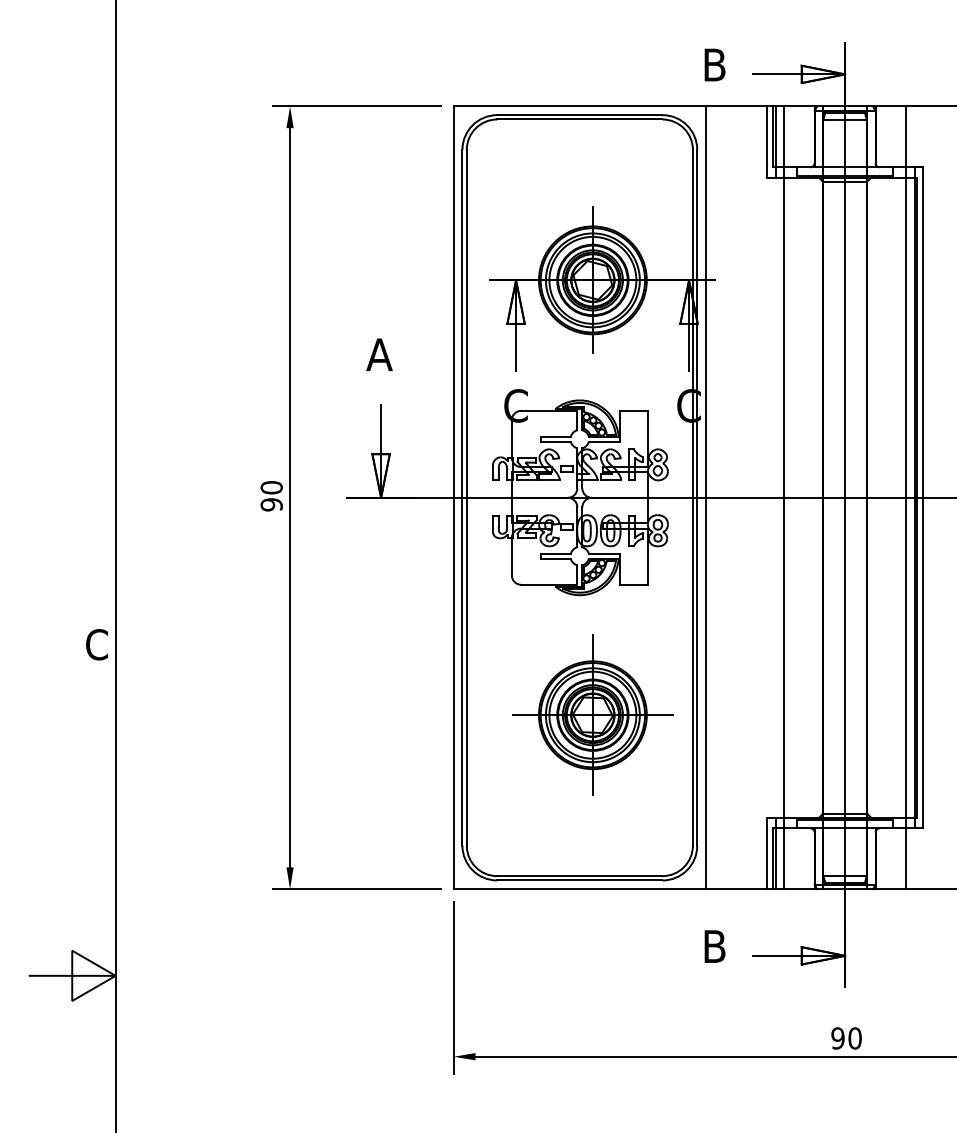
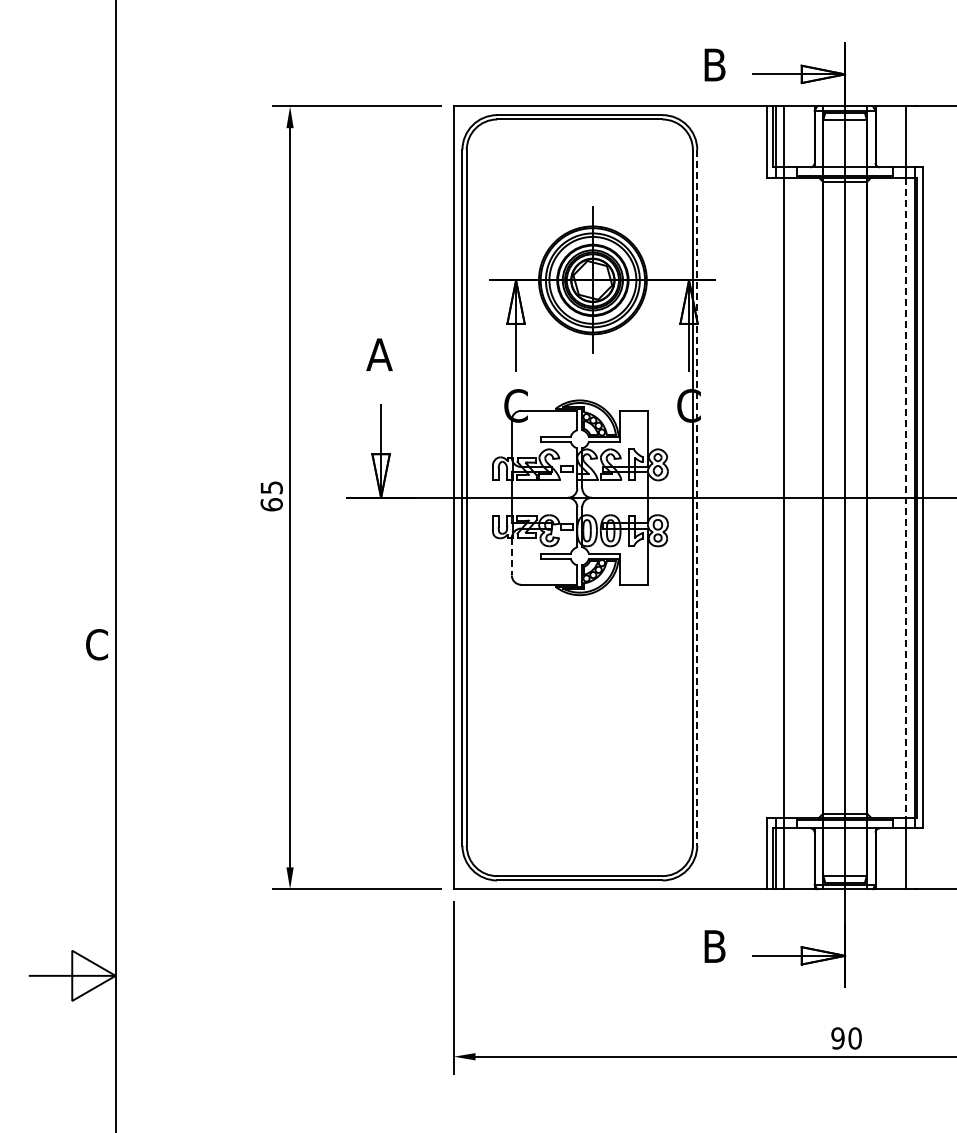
text at (271, 496): 90 -> 65
line at (697, 497): solid -> dashed
line at (705, 497): present -> none
line at (905, 498): solid -> dashed
line at (511, 556): solid -> dashed
part at (592, 714): present -> none
